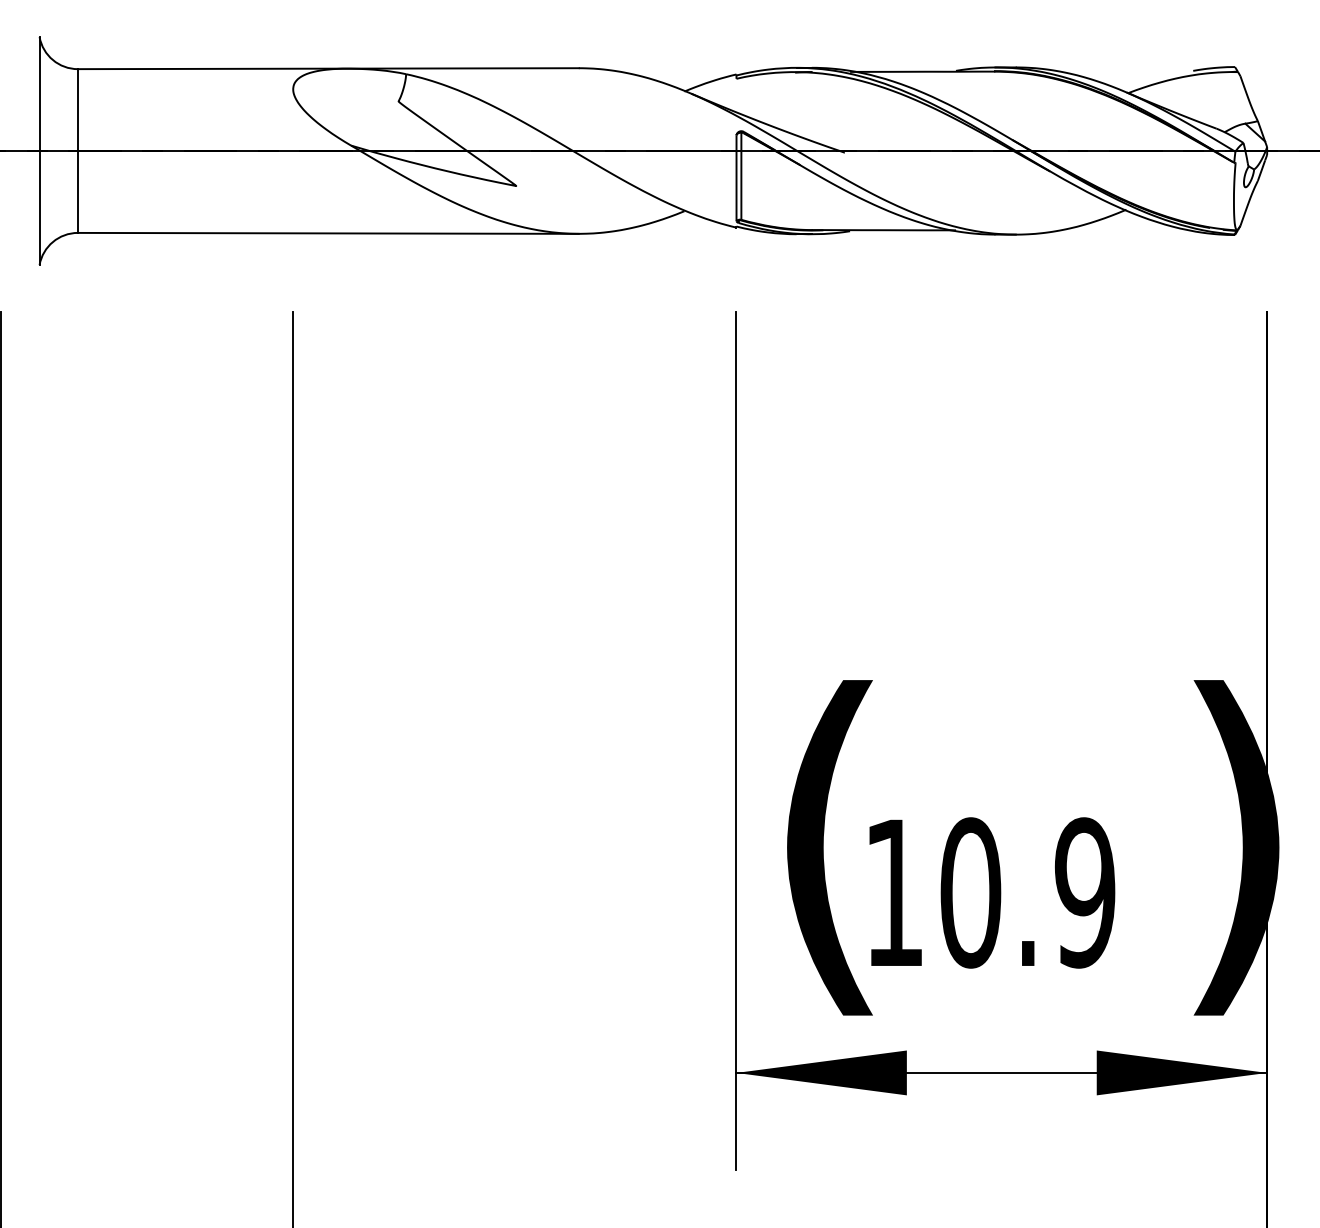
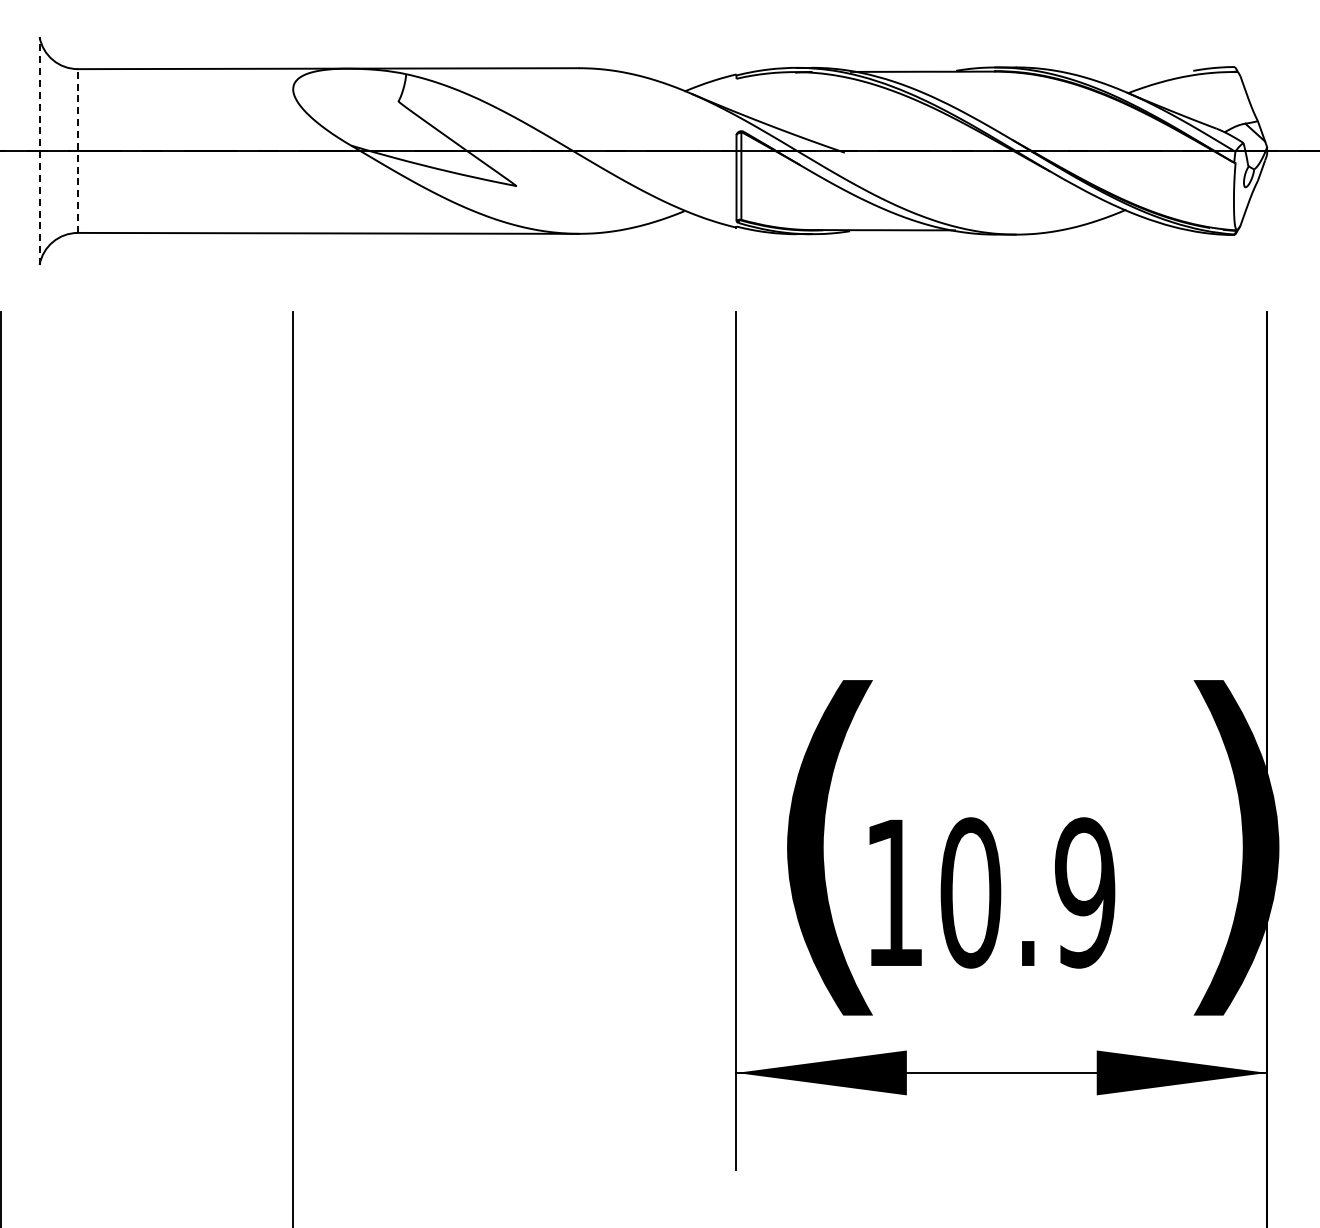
line at (39, 151): solid -> dashed
line at (77, 151): solid -> dashed
